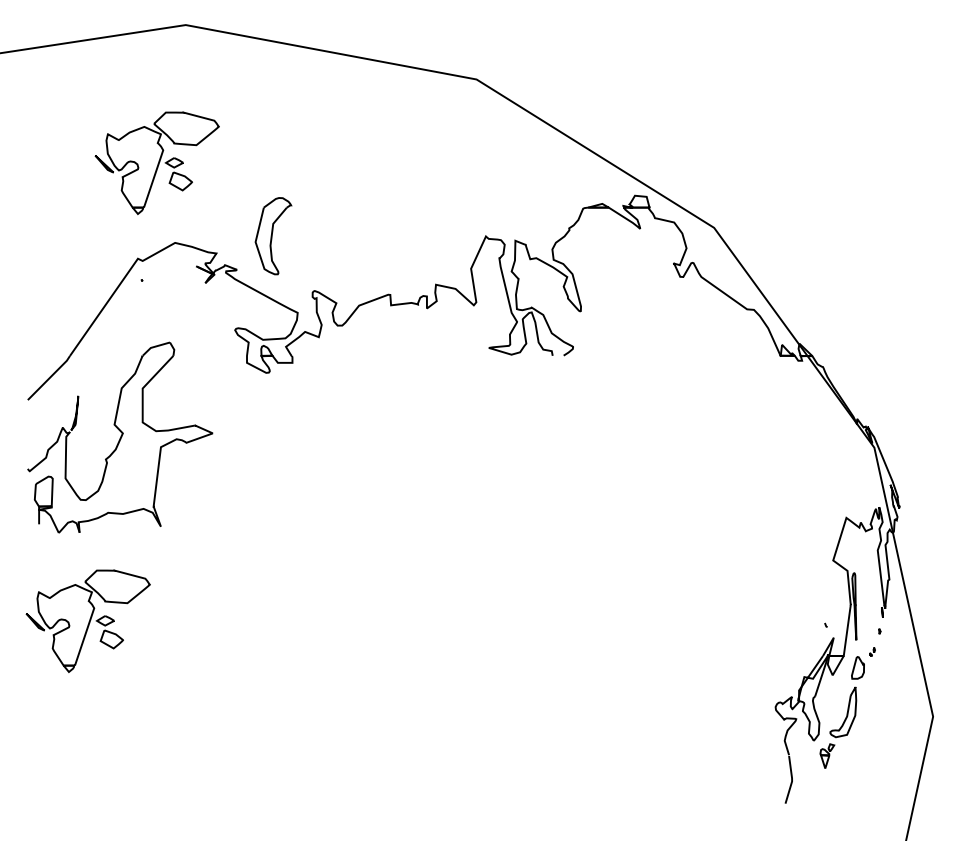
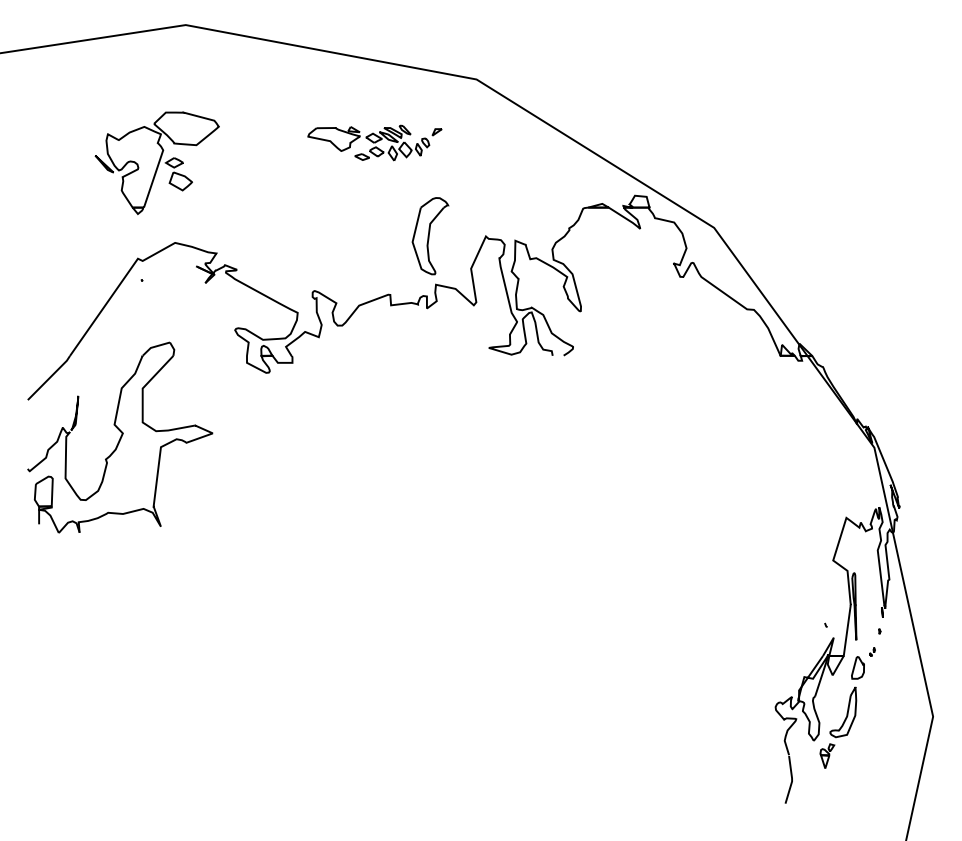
part at (374, 142): none -> present
part at (273, 236) position: (273, 236) -> (430, 236)
part at (87, 620): present -> none
